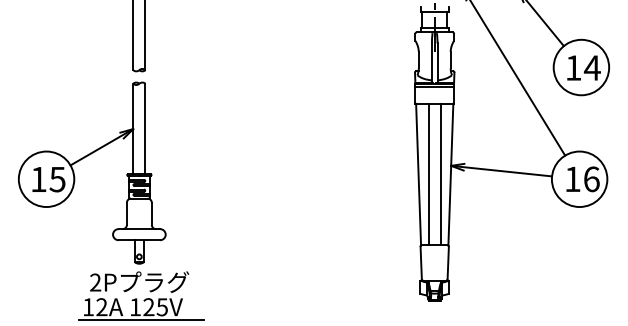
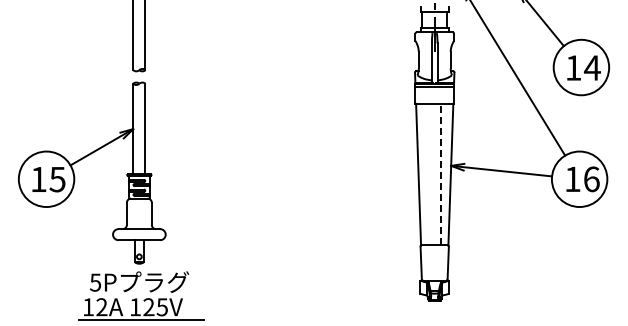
line at (428, 174): present -> none
line at (440, 174): solid -> dashed
text at (95, 282): 2P -> 5P
